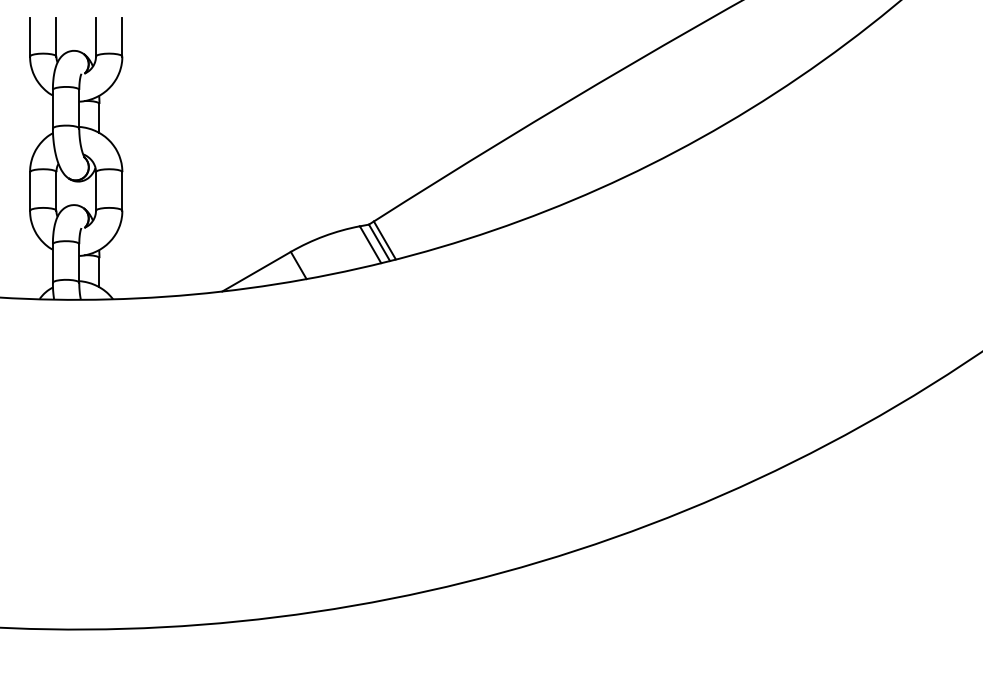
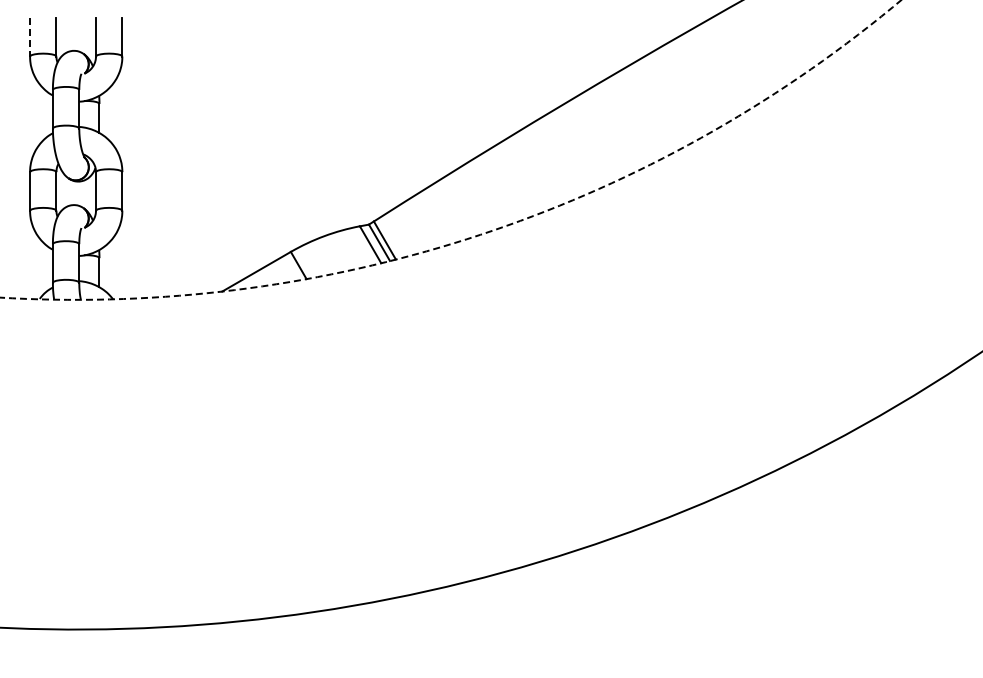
line at (30, 37): solid -> dashed
arc at (480, 234): solid -> dashed
